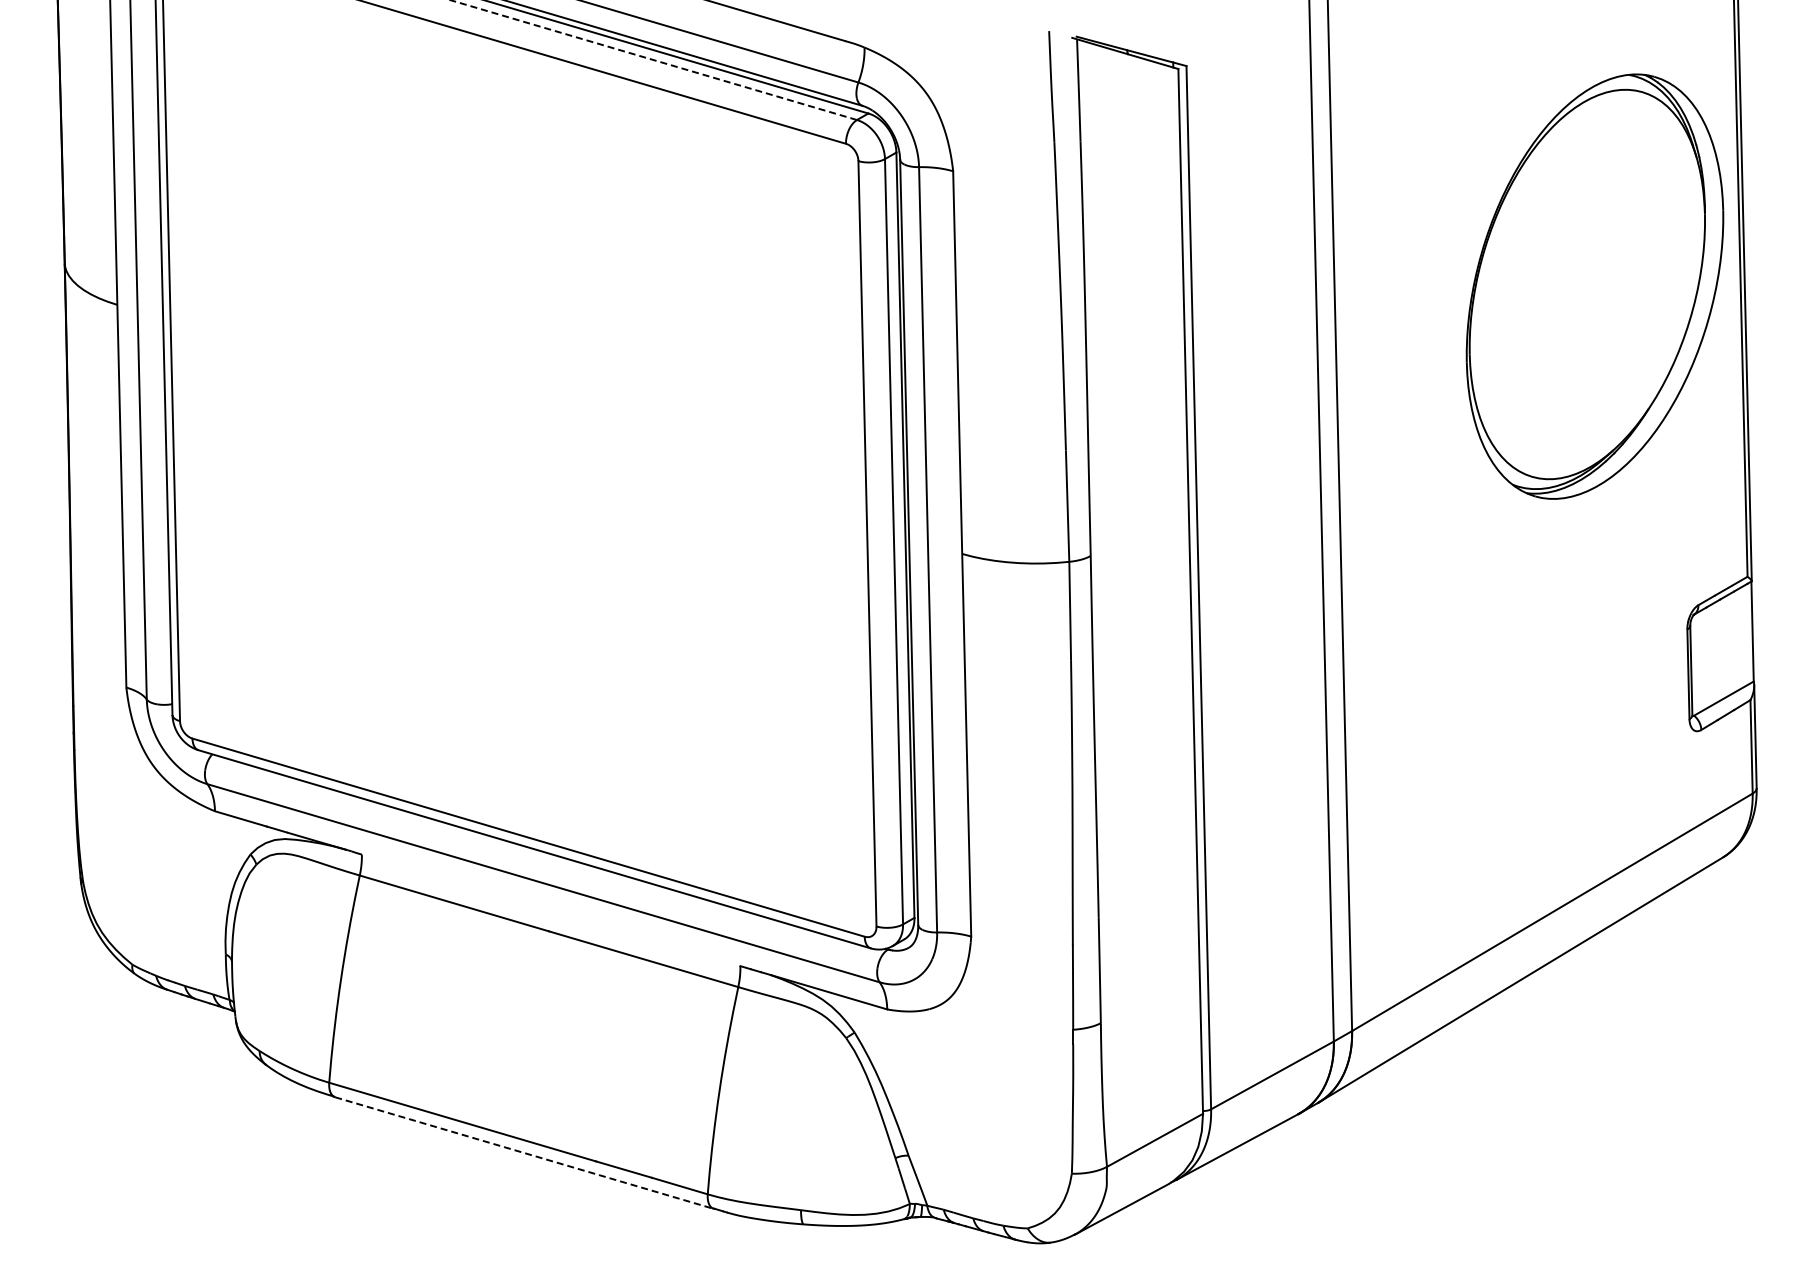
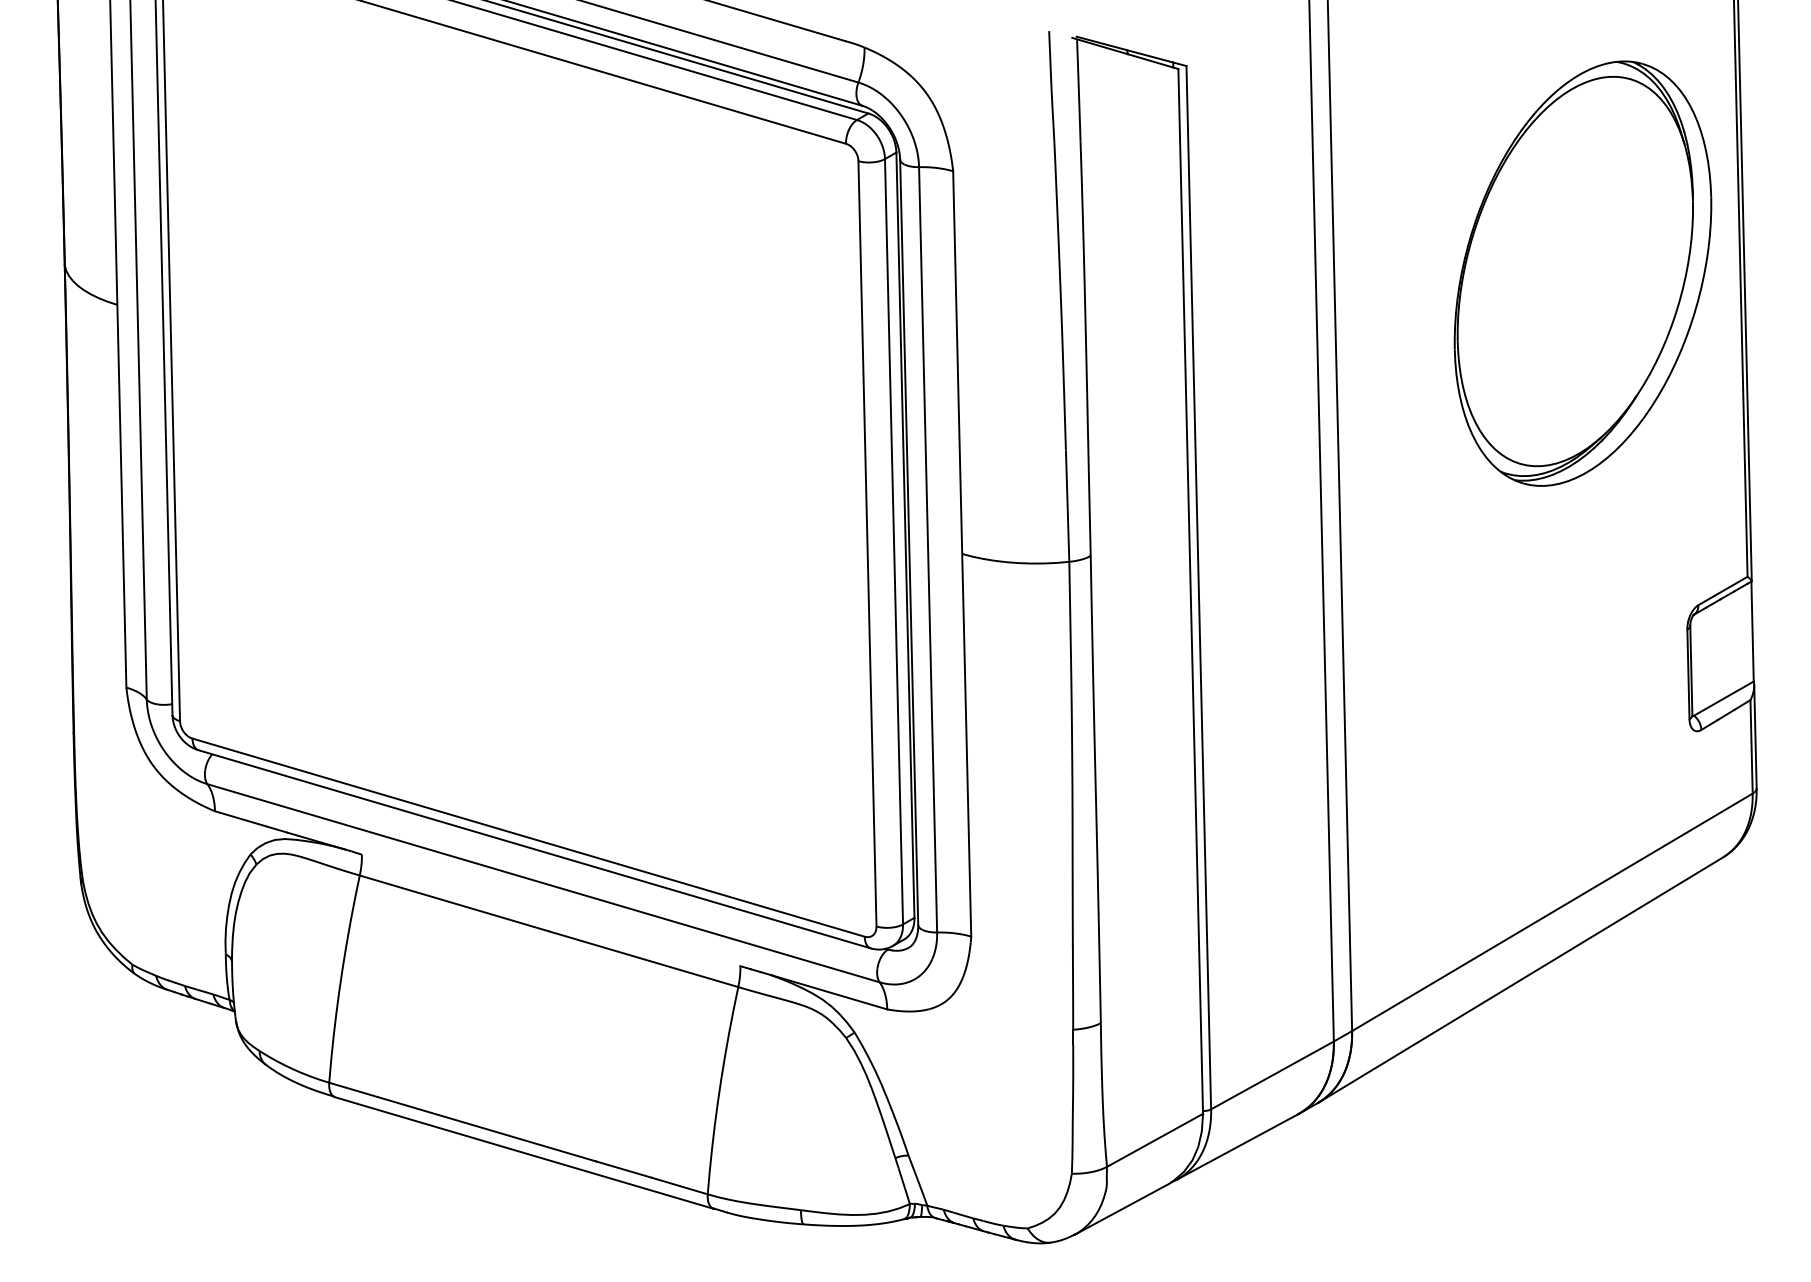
line at (653, 60): dashed -> solid
part at (1594, 286) position: (1594, 286) -> (1582, 273)
line at (524, 1153): dashed -> solid
